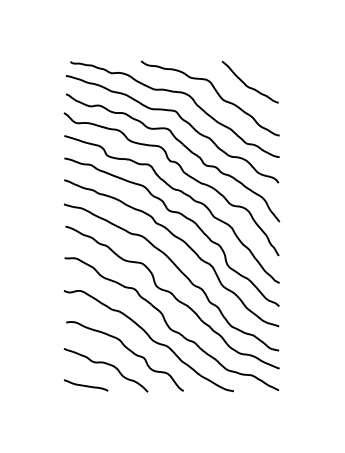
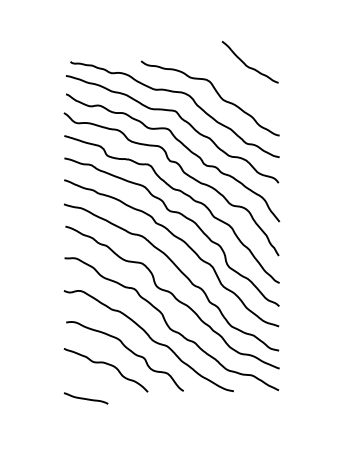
curve at (246, 84) position: (246, 84) -> (246, 64)
curve at (85, 385) position: (85, 385) -> (85, 398)
